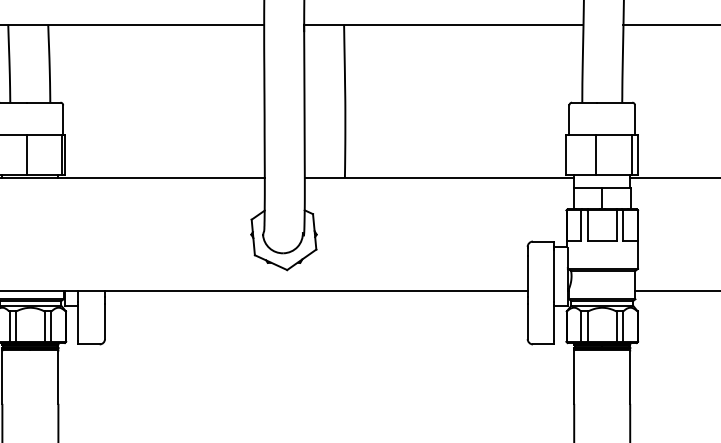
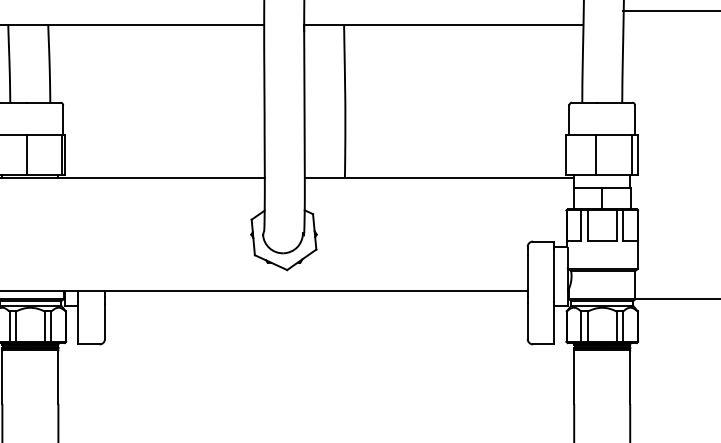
line at (670, 24) position: (670, 24) -> (670, 10)
line at (673, 177): present -> none
line at (676, 291) position: (676, 291) -> (676, 299)
